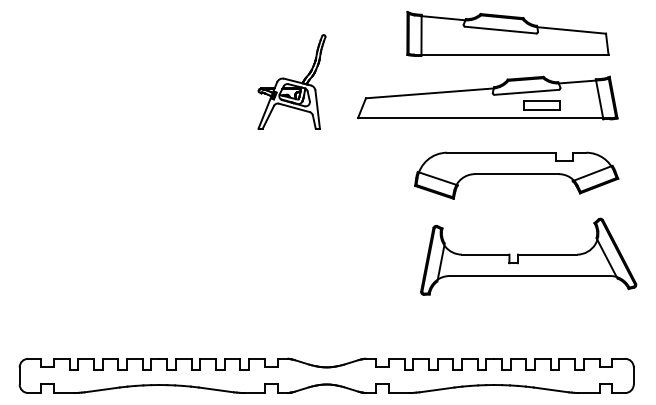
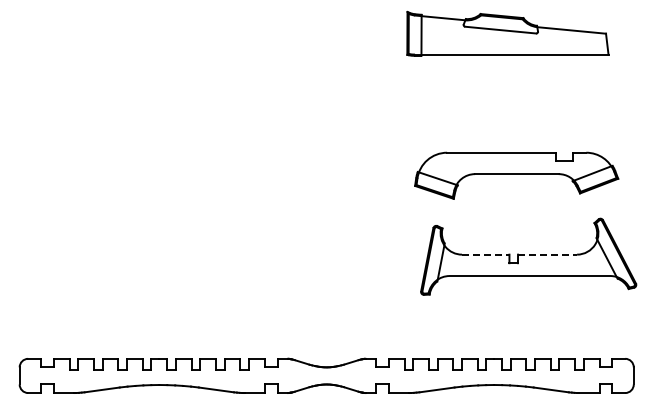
part at (291, 81): present -> none
part at (487, 97): present -> none
line at (485, 254): solid -> dashed
line at (547, 254): solid -> dashed
